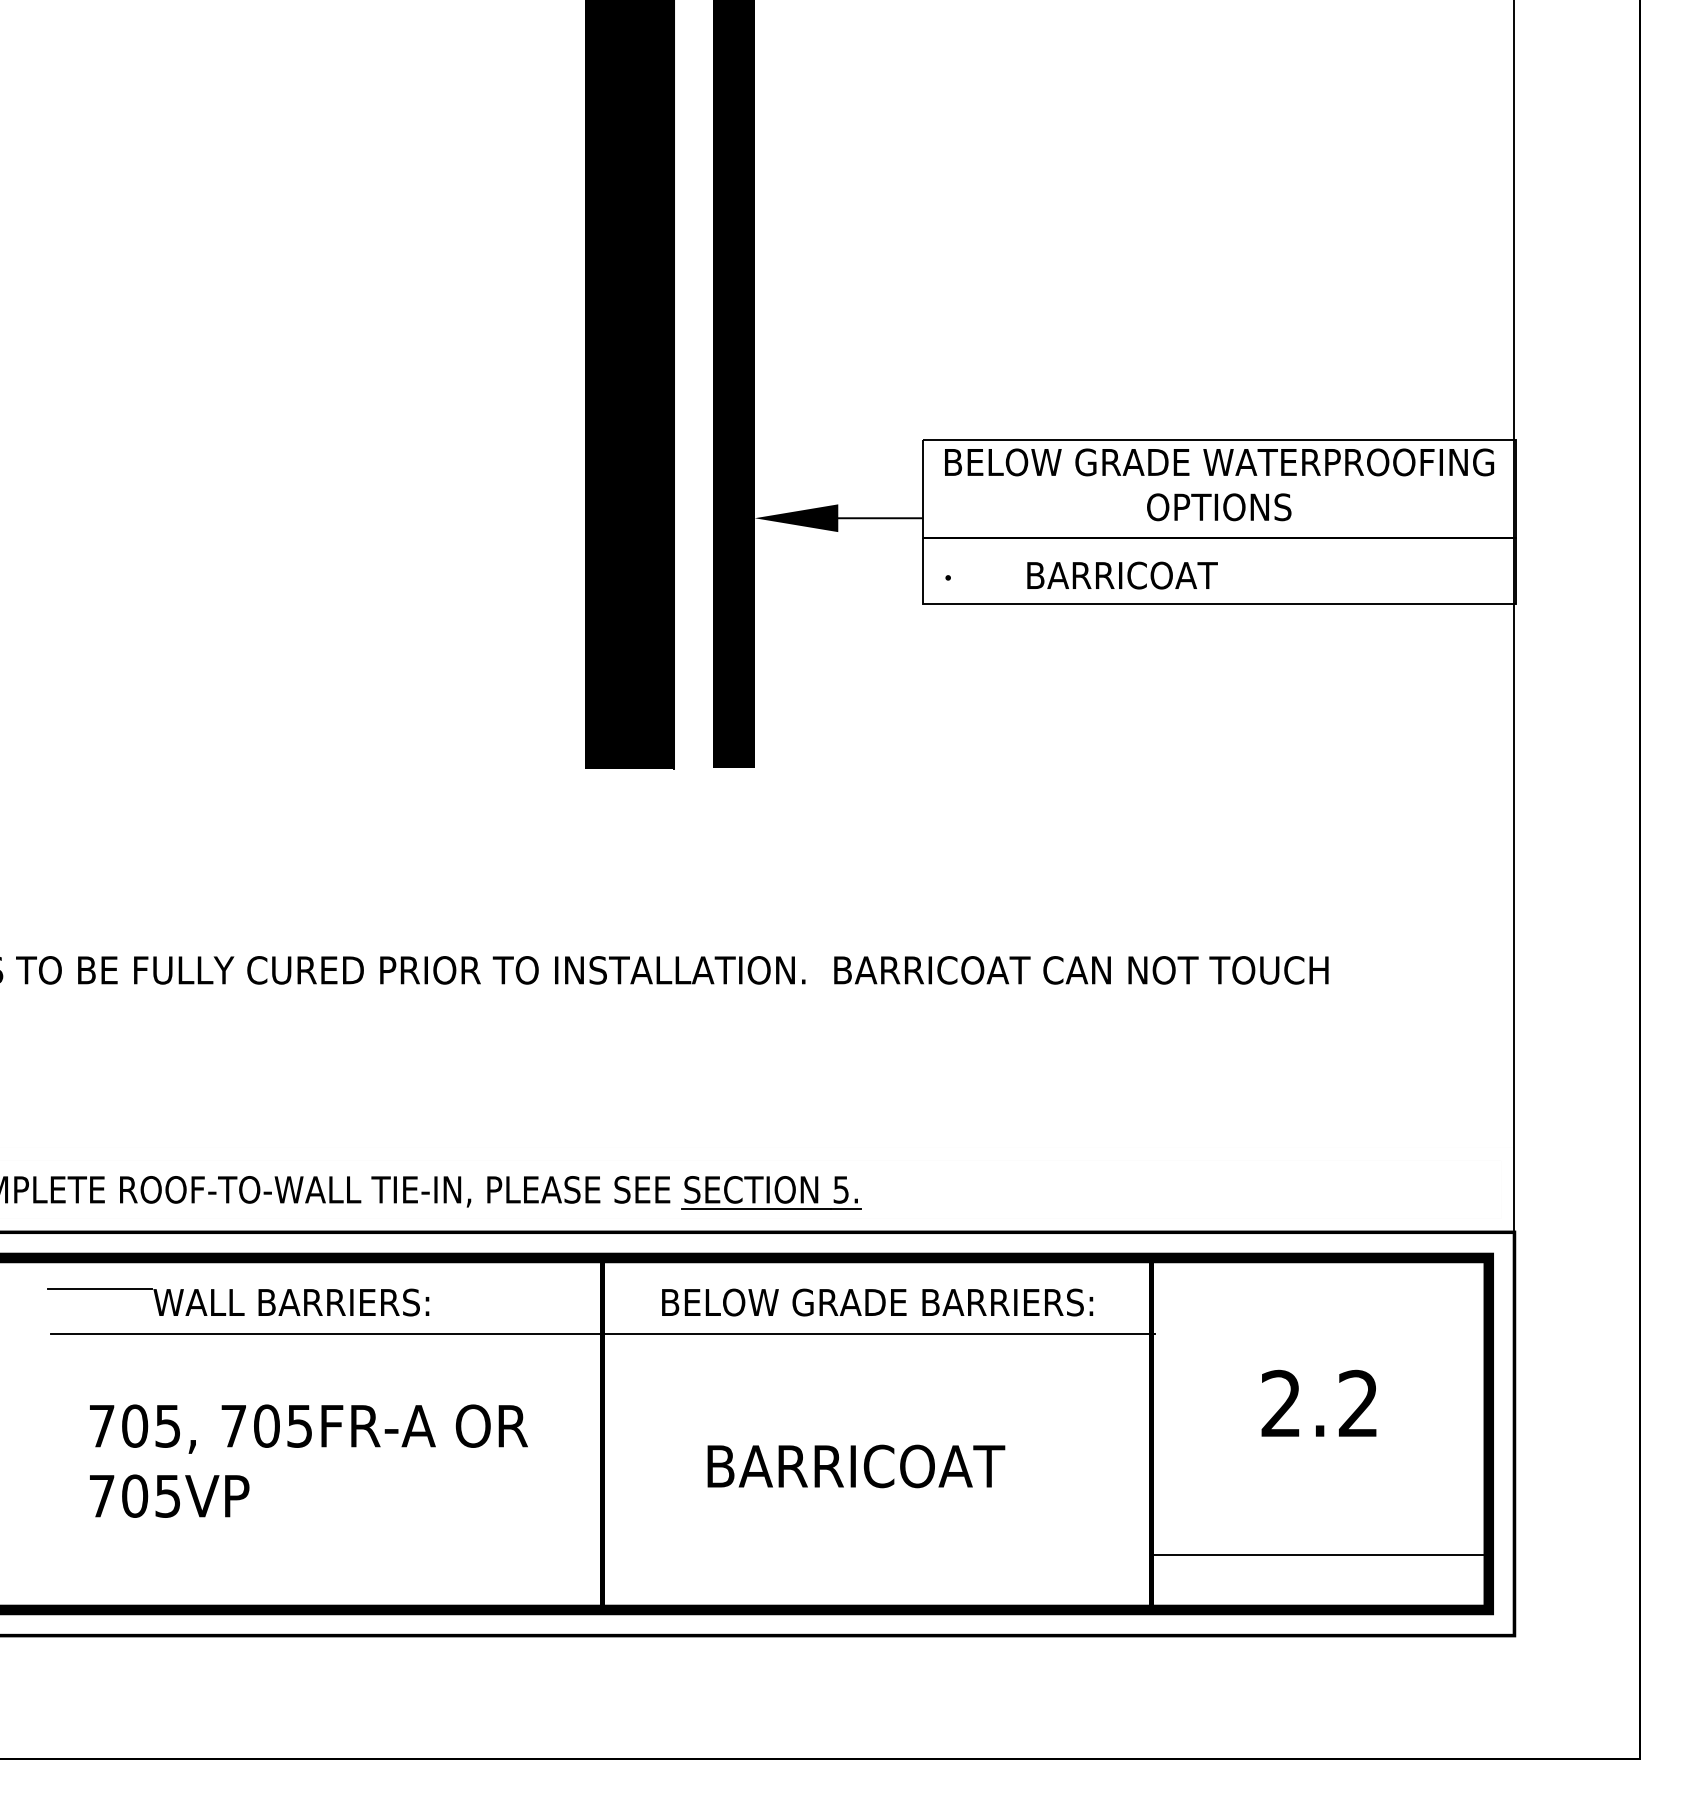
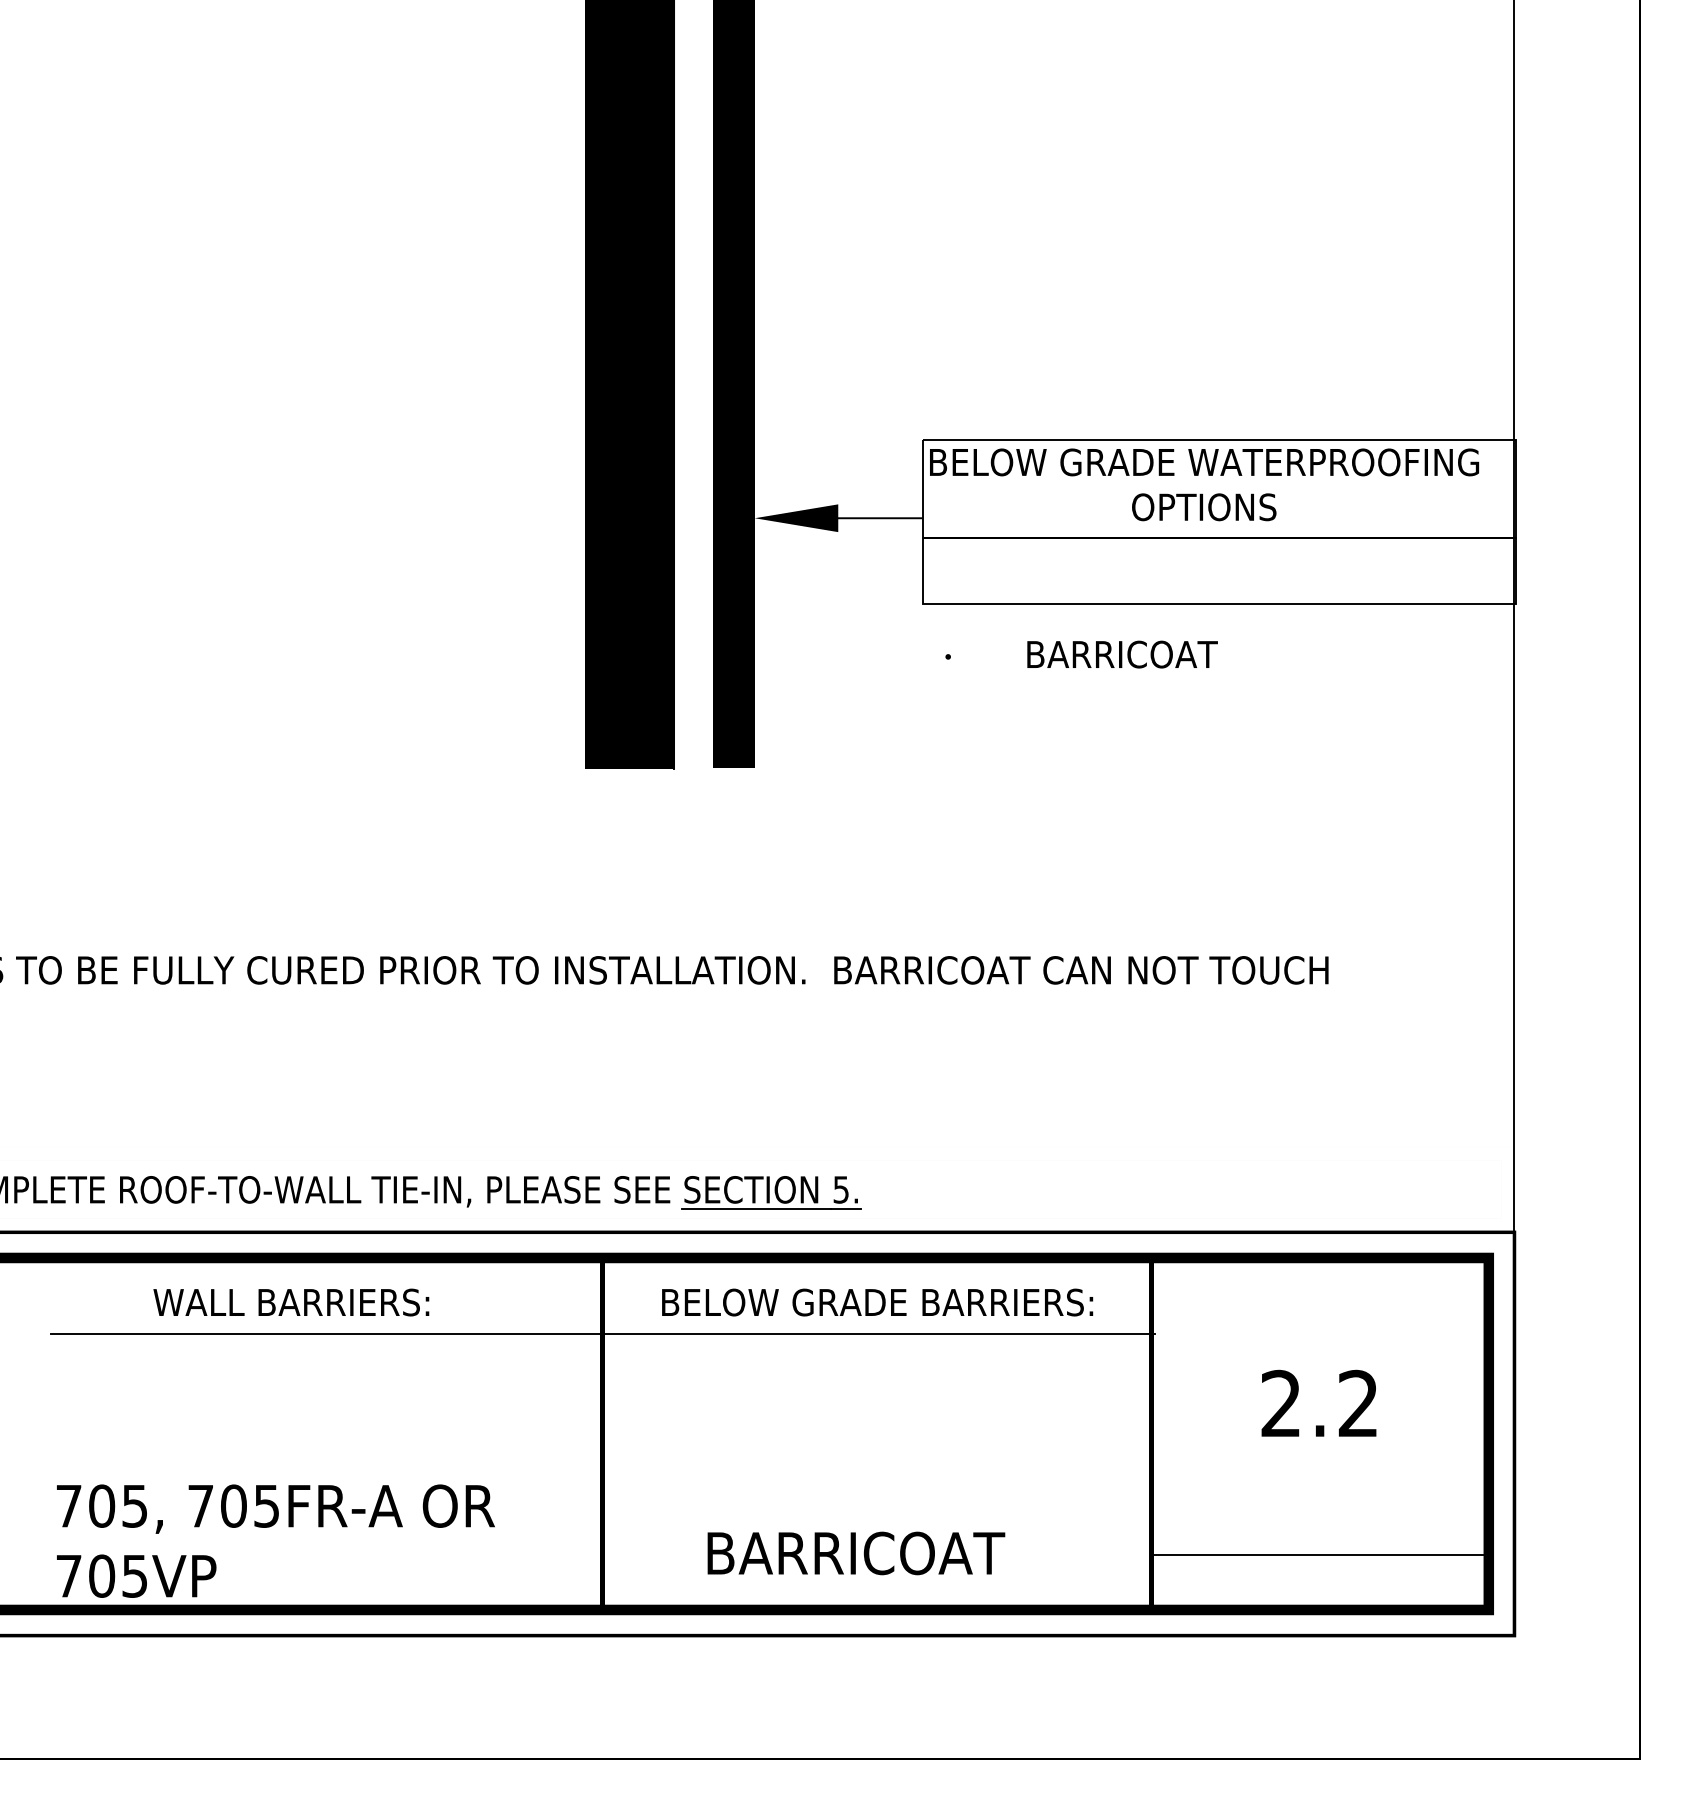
text at (1219, 484) position: (1219, 484) -> (1204, 484)
text at (1081, 575) position: (1081, 575) -> (1081, 654)
line at (99, 1289): present -> none
text at (308, 1460) position: (308, 1460) -> (275, 1540)
text at (856, 1466) position: (856, 1466) -> (856, 1553)
